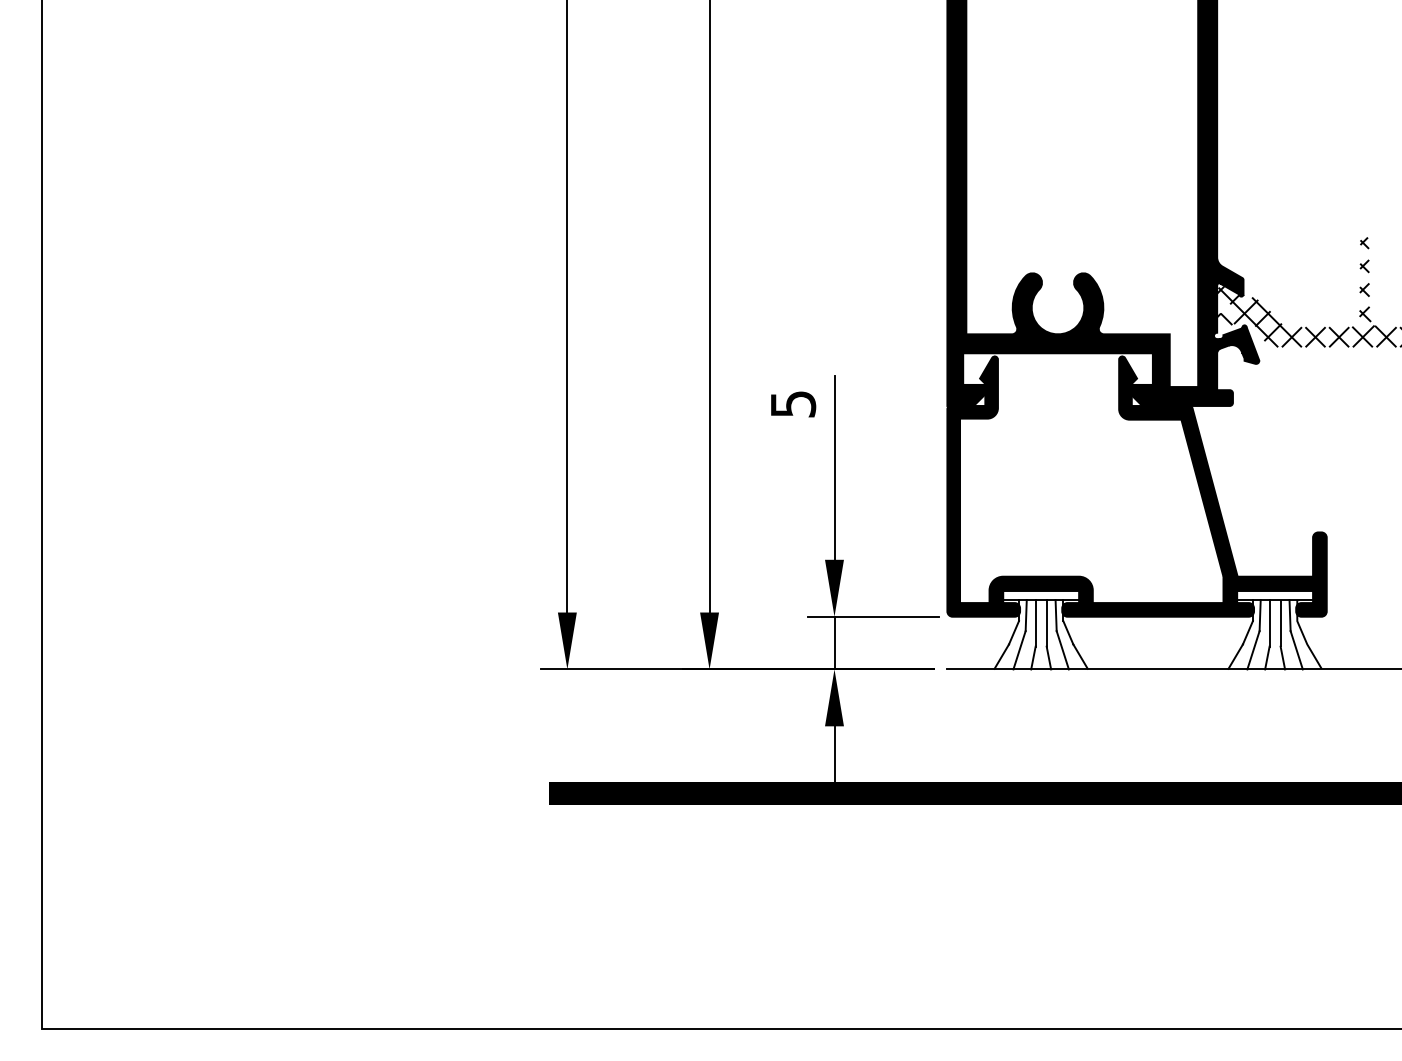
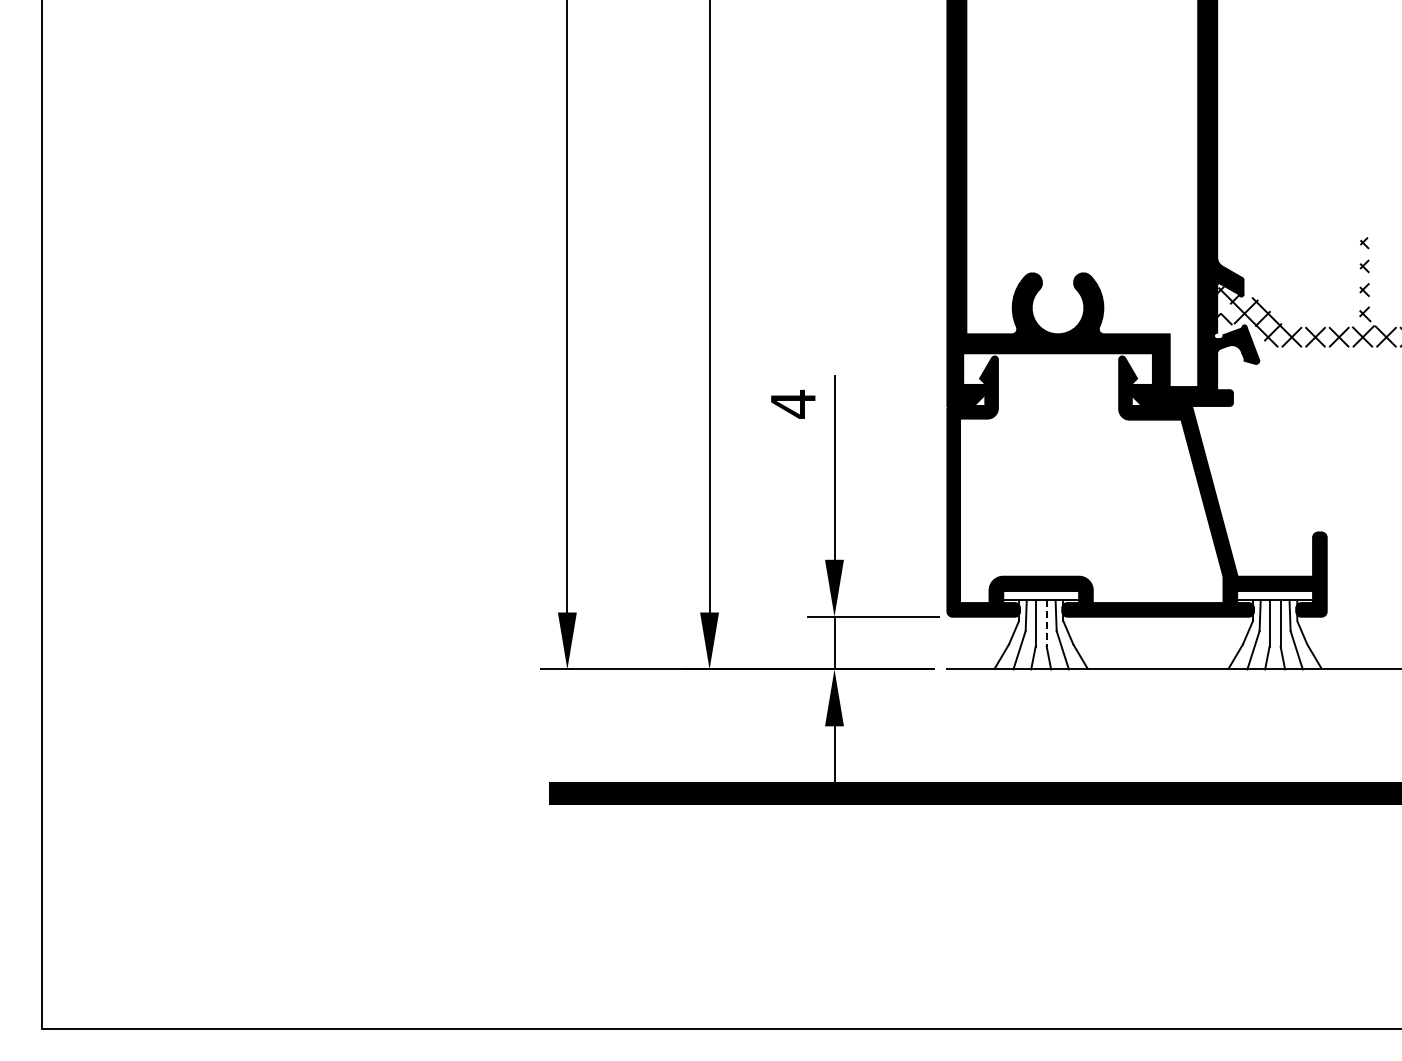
text at (793, 404): 5 -> 4
line at (1046, 623): solid -> dashed
